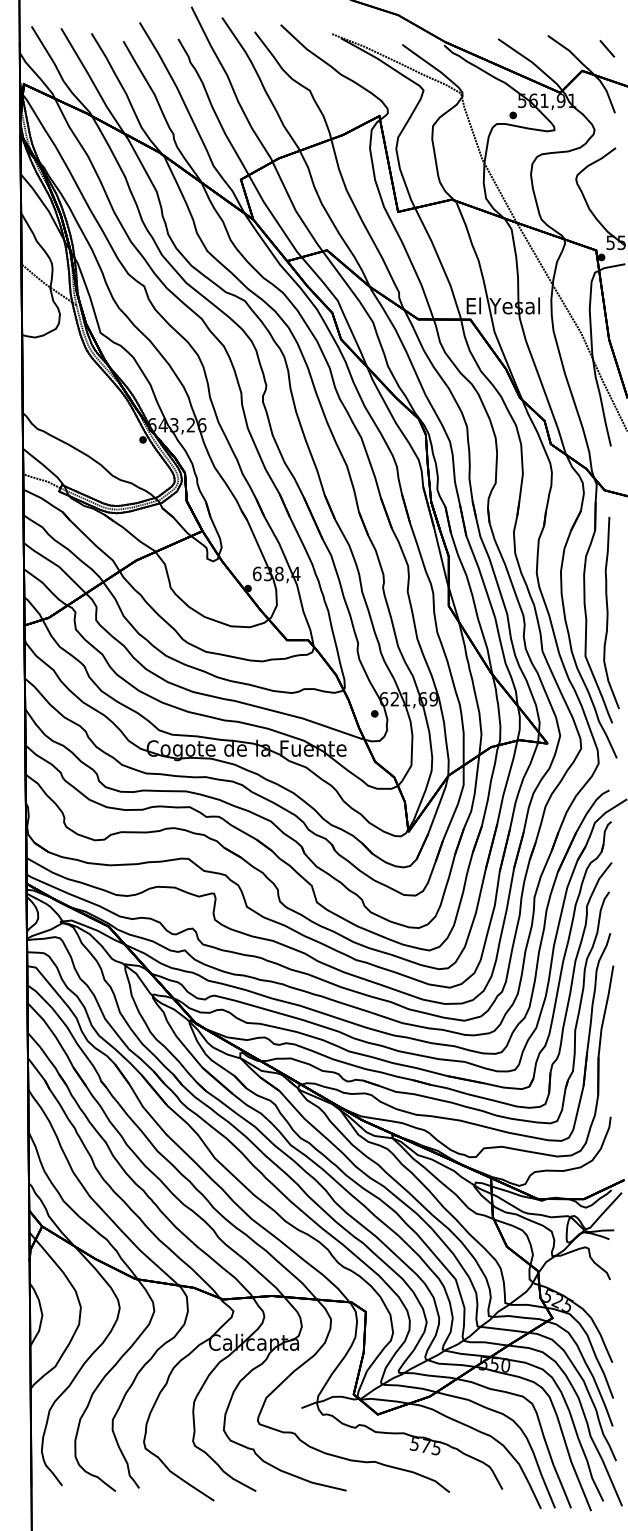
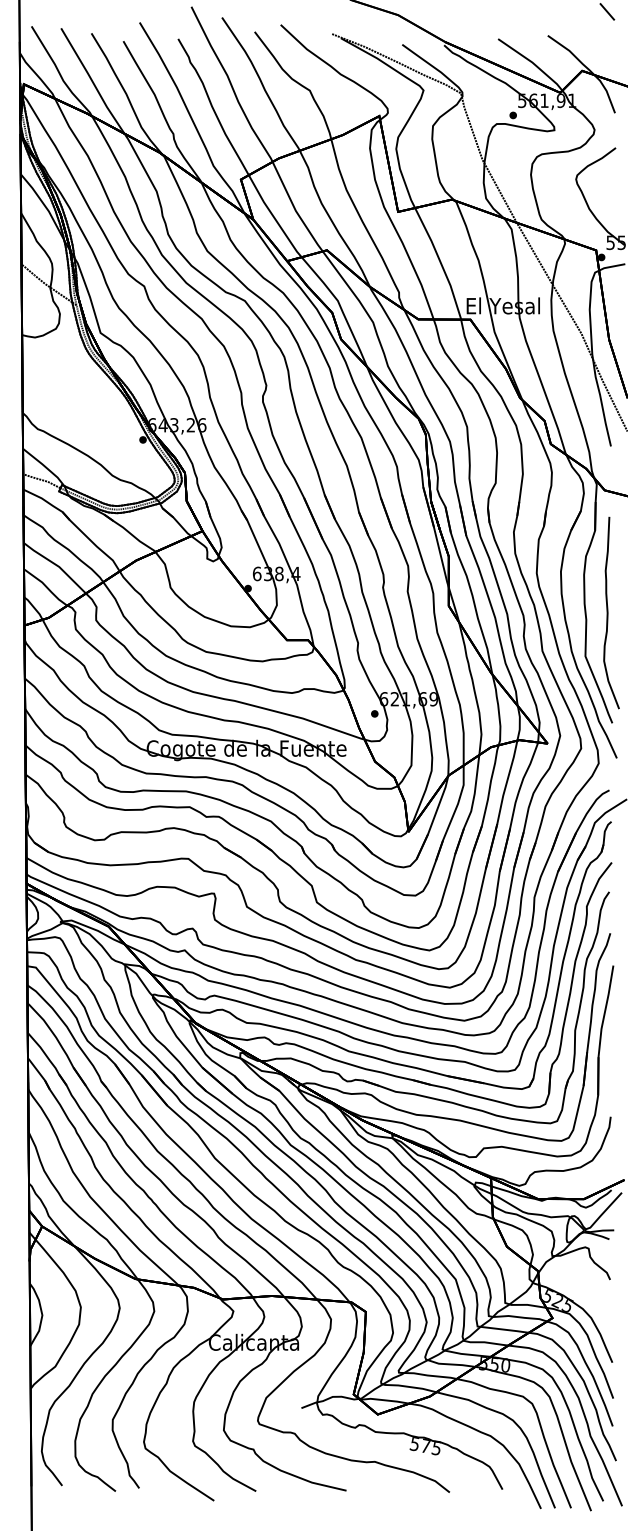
line at (607, 48) position: (607, 48) -> (607, 11)
